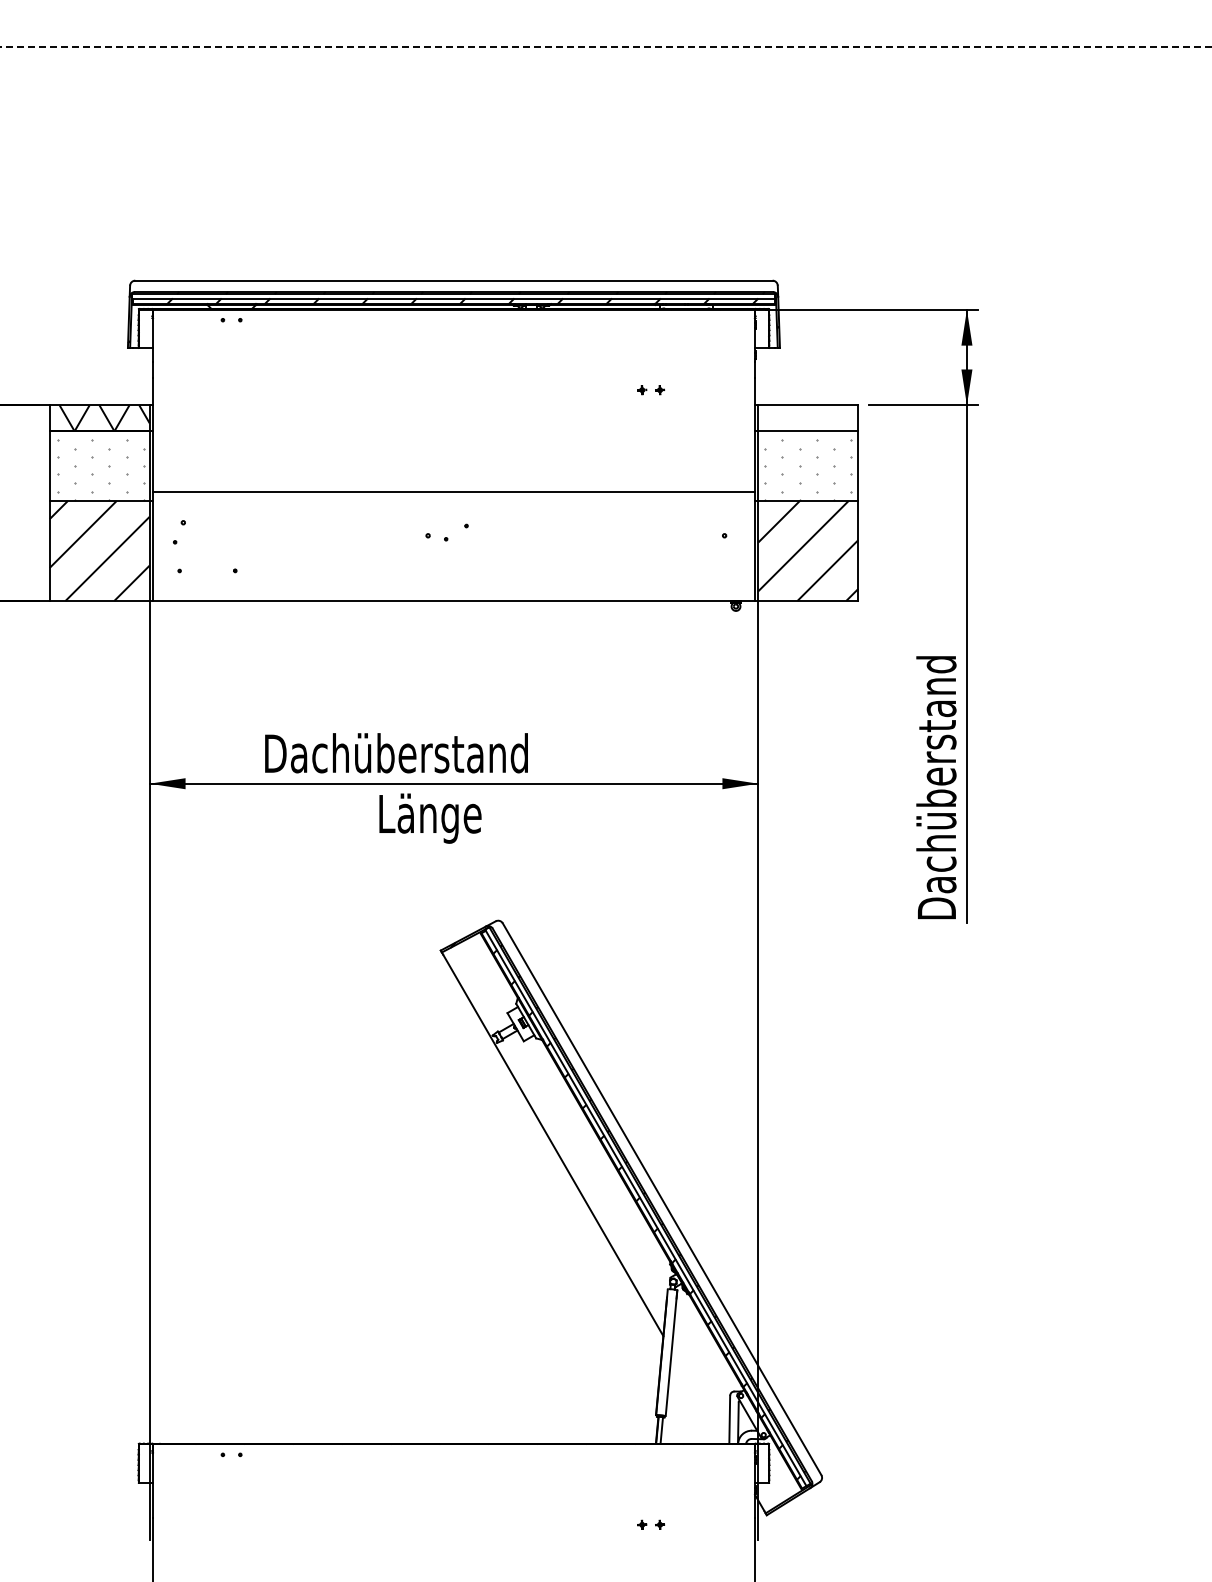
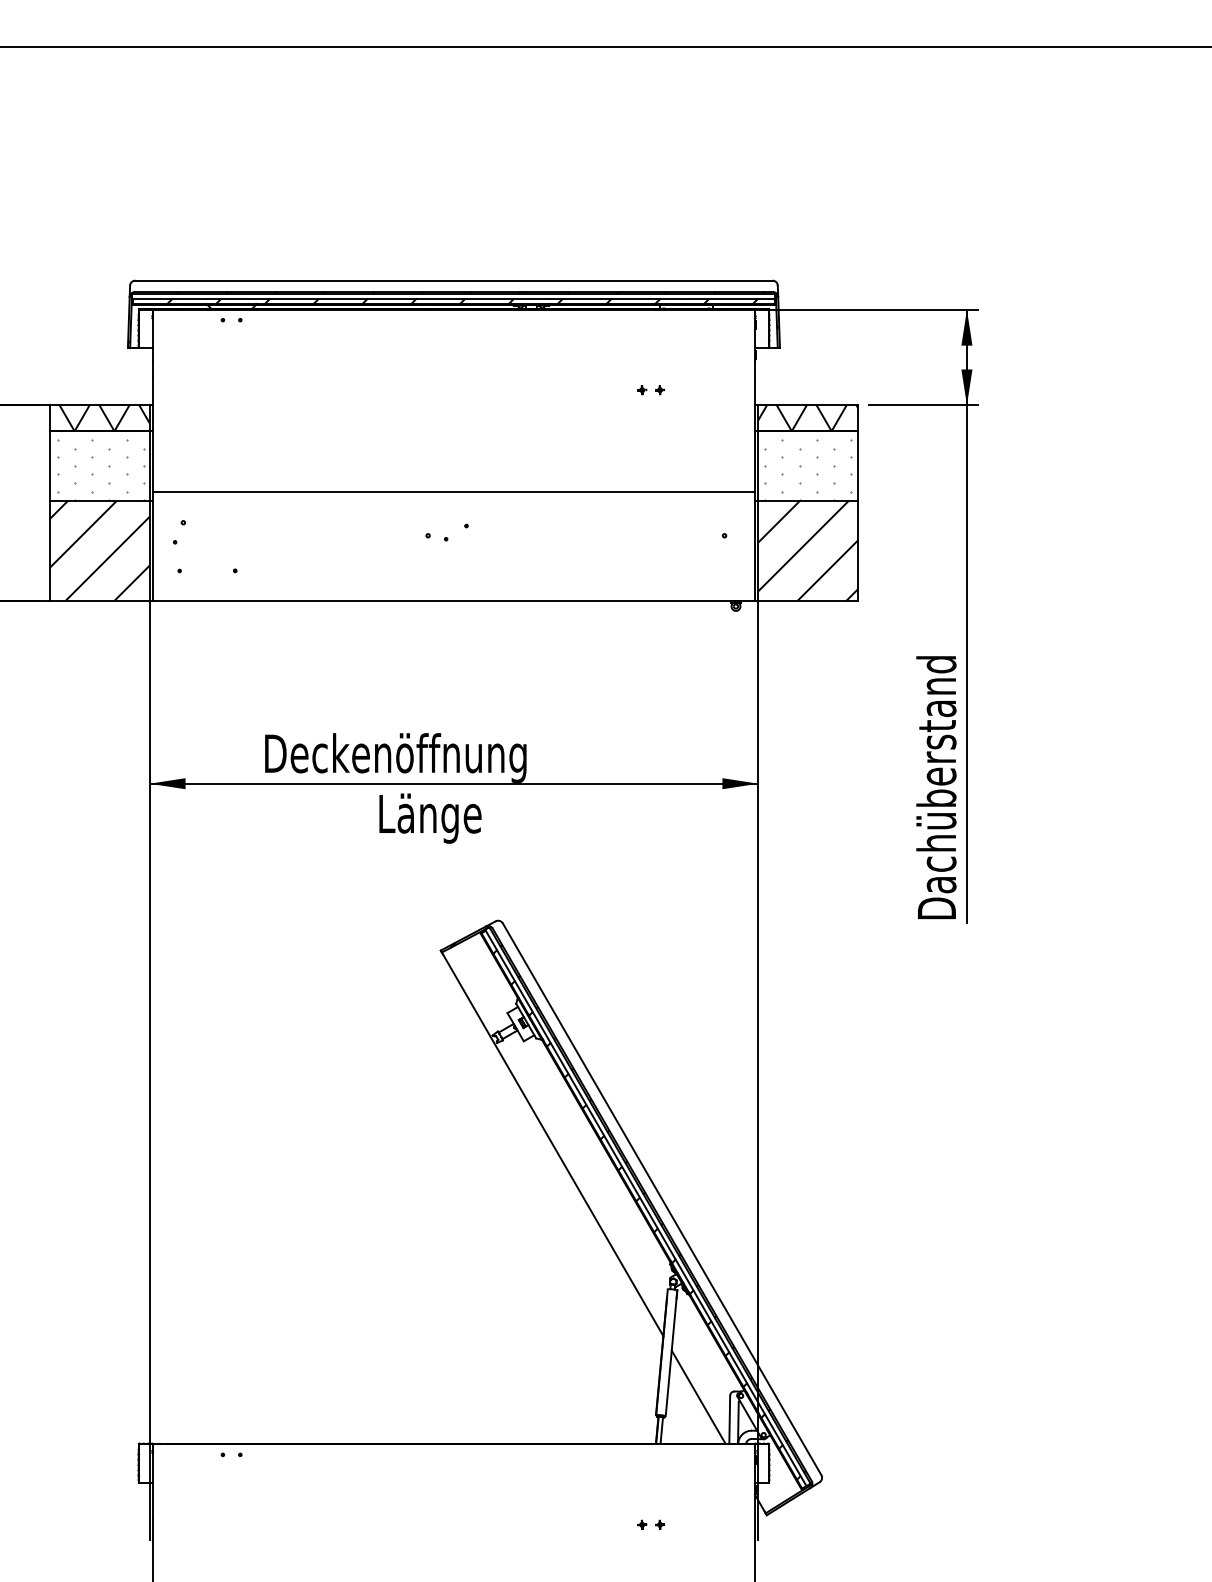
line at (605, 47): dashed -> solid
hatch at (808, 418): none -> present
text at (408, 757): Dachüberstand -> Deckenöffnung
line at (698, 1396): none -> present
